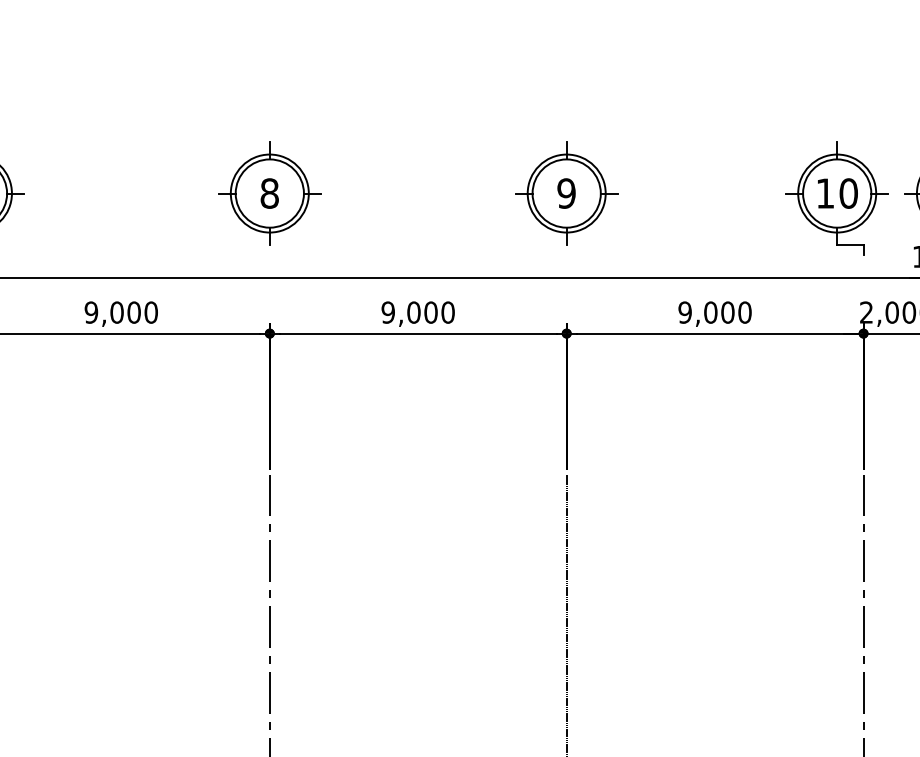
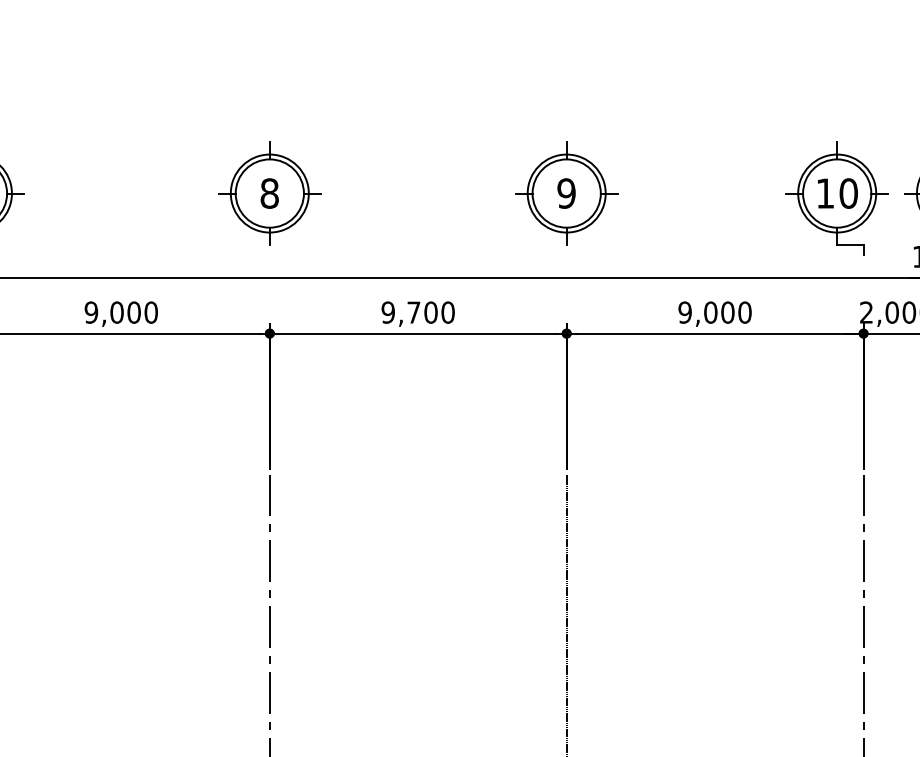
text at (413, 312): 9,000 -> 9,700
